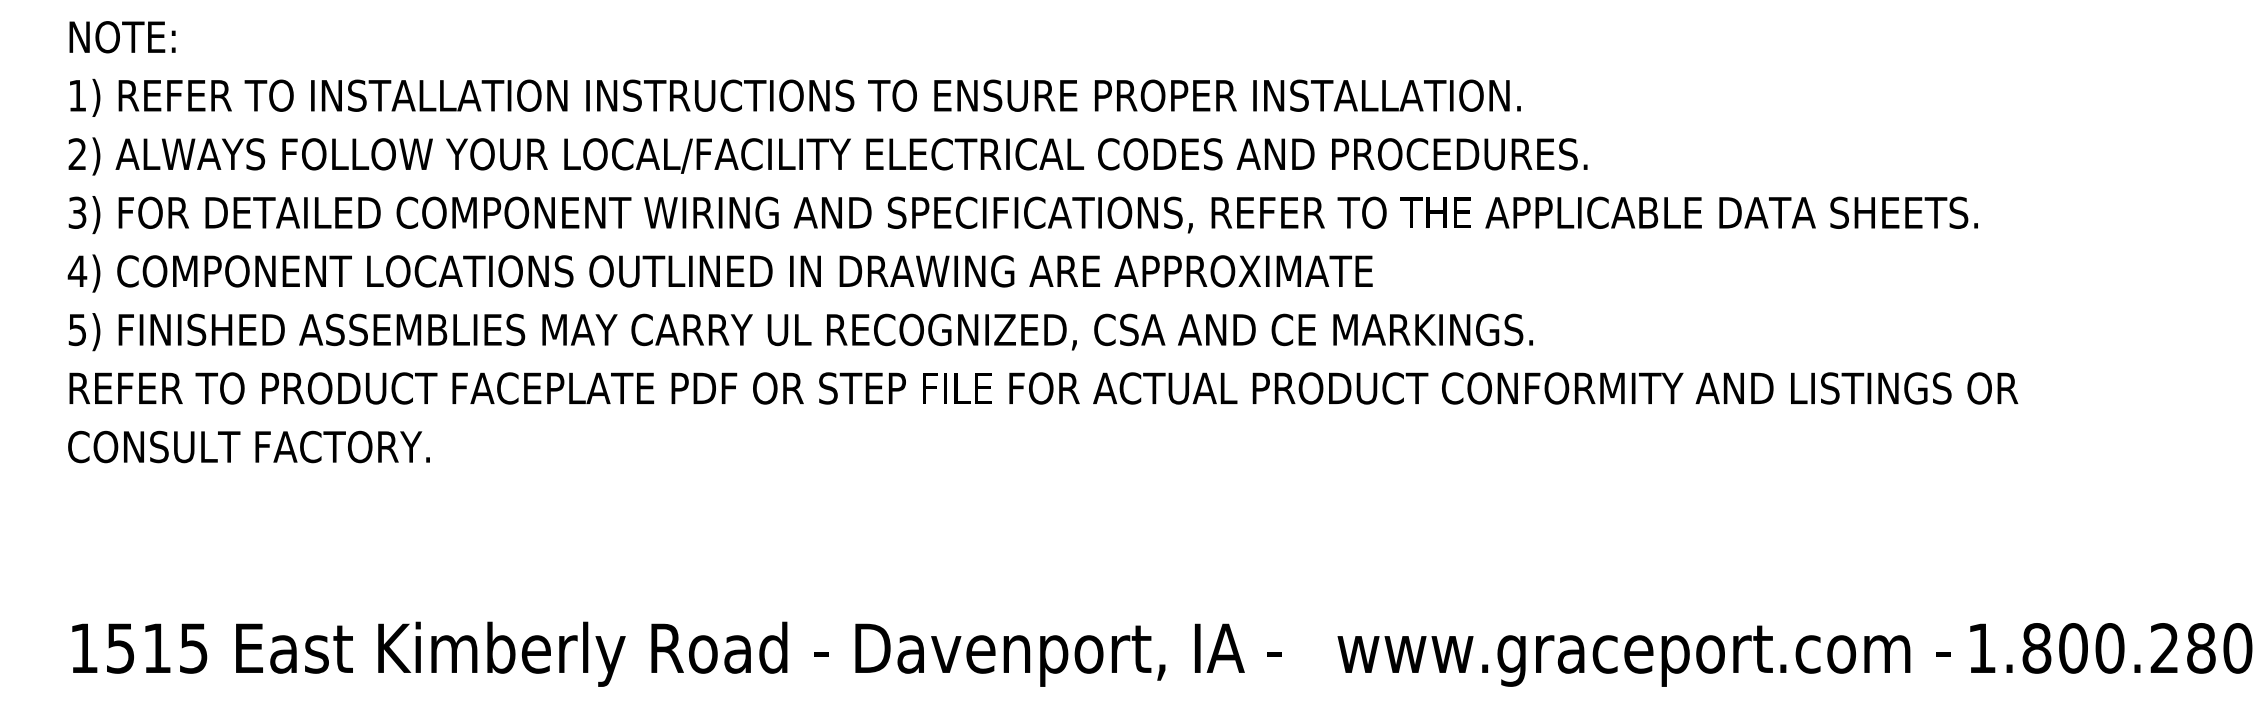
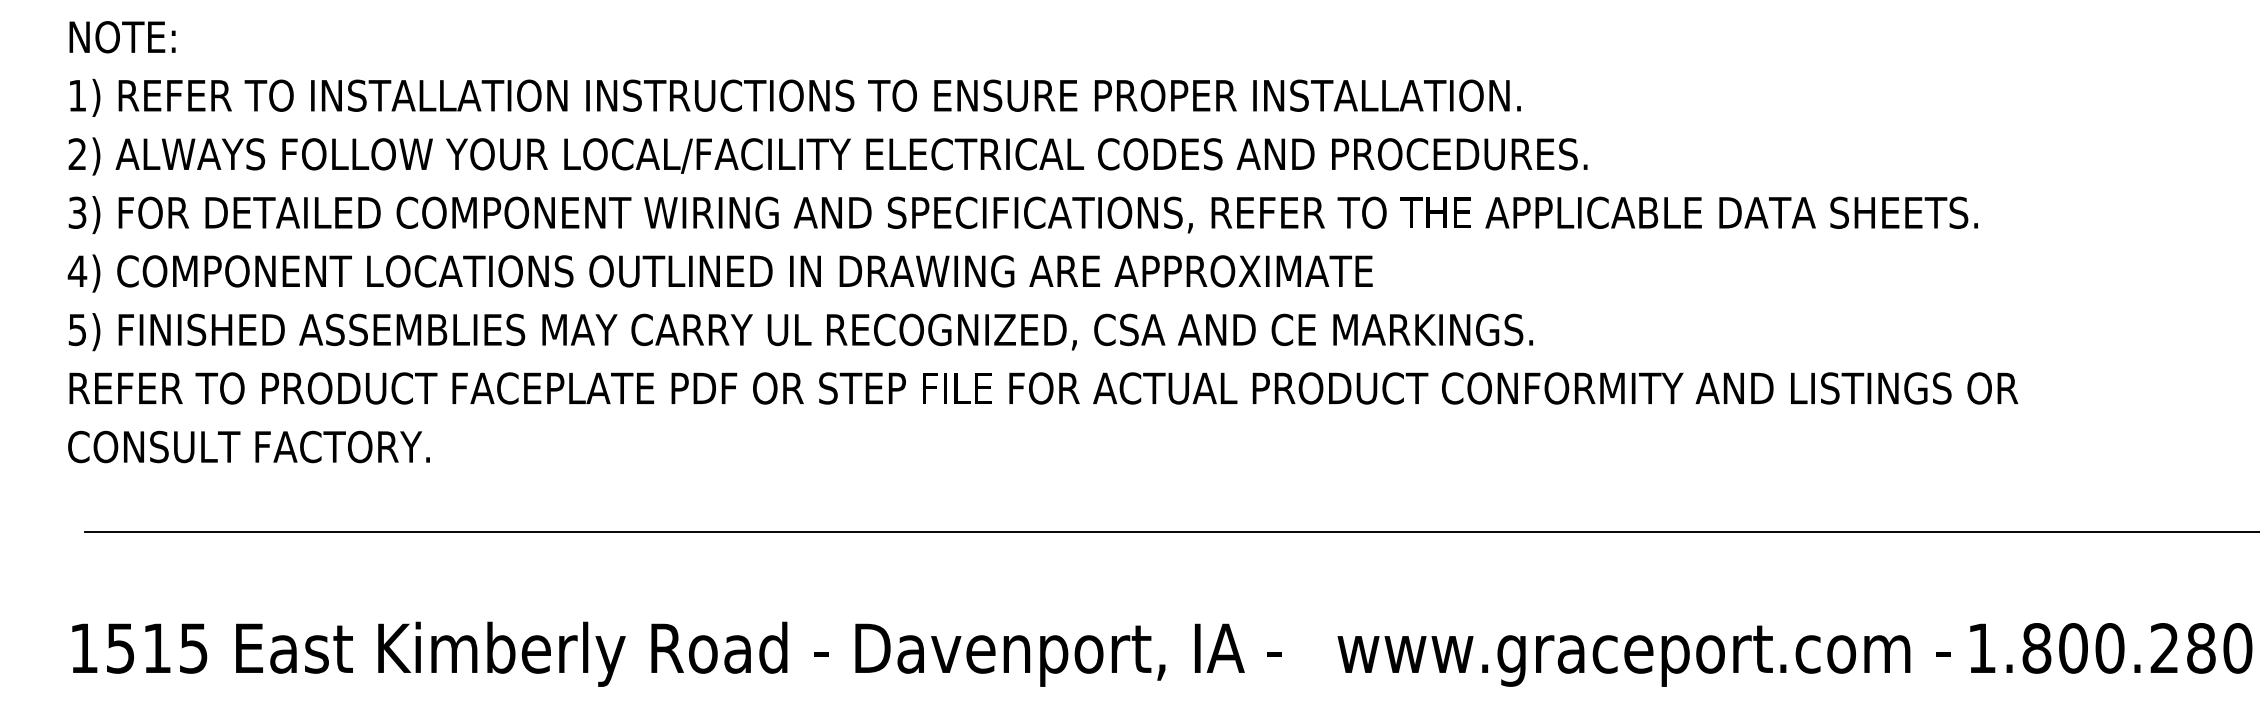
line at (1170, 532): none -> present
